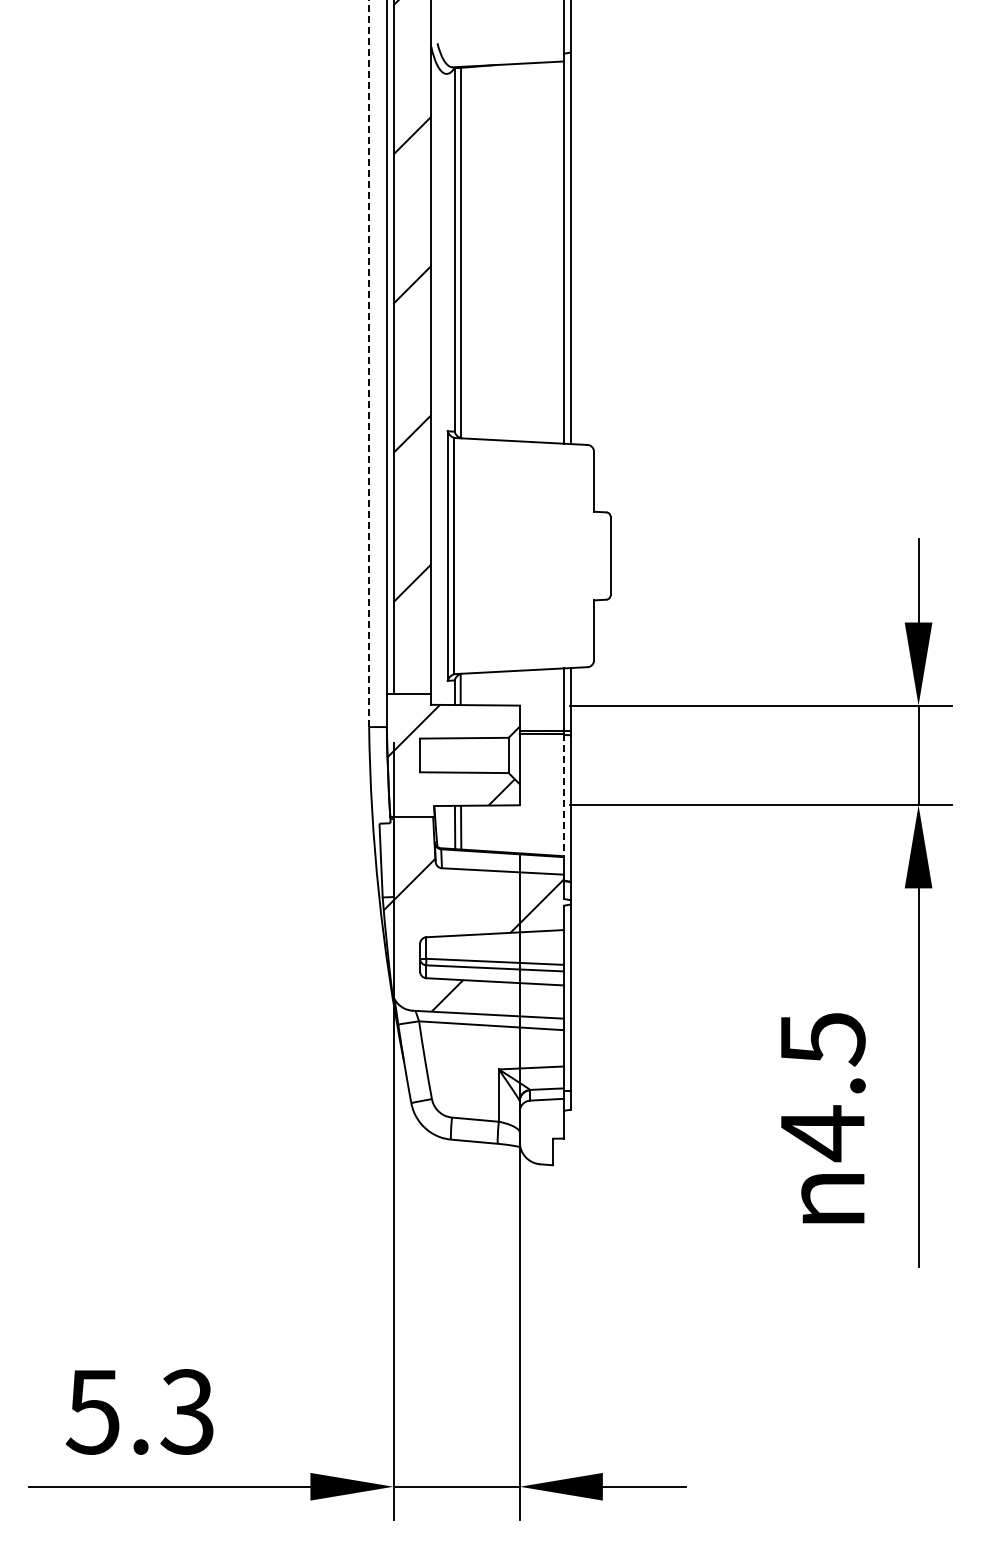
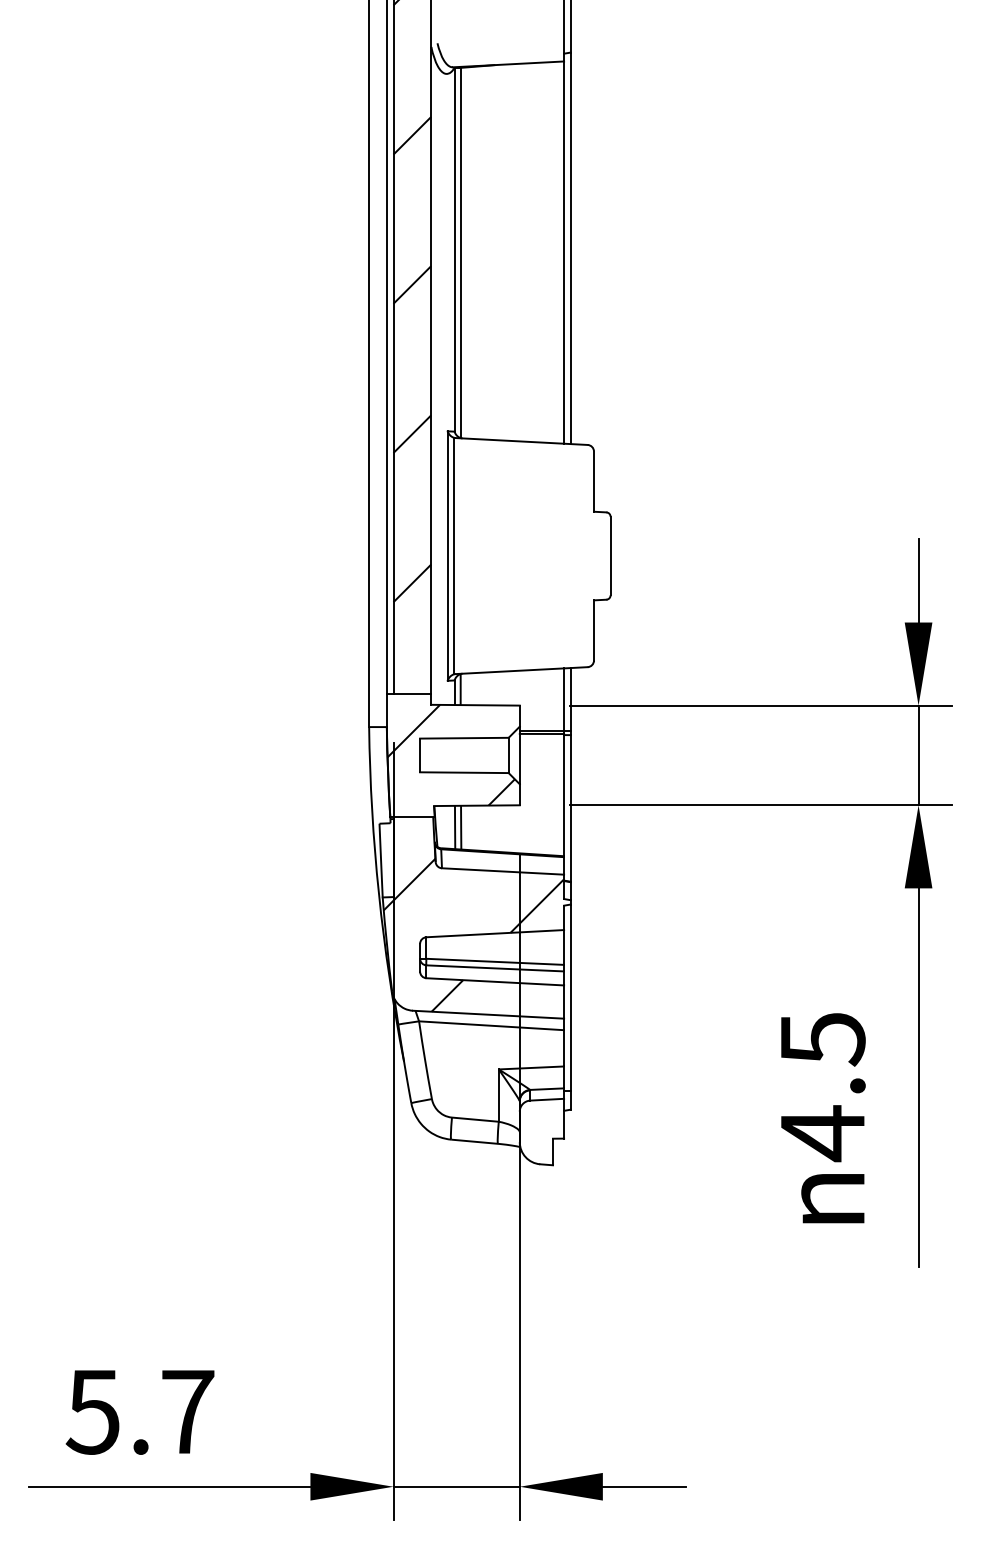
line at (369, 363): dashed -> solid
line at (564, 795): dashed -> solid
text at (187, 1411): 5.3 -> 5.7
